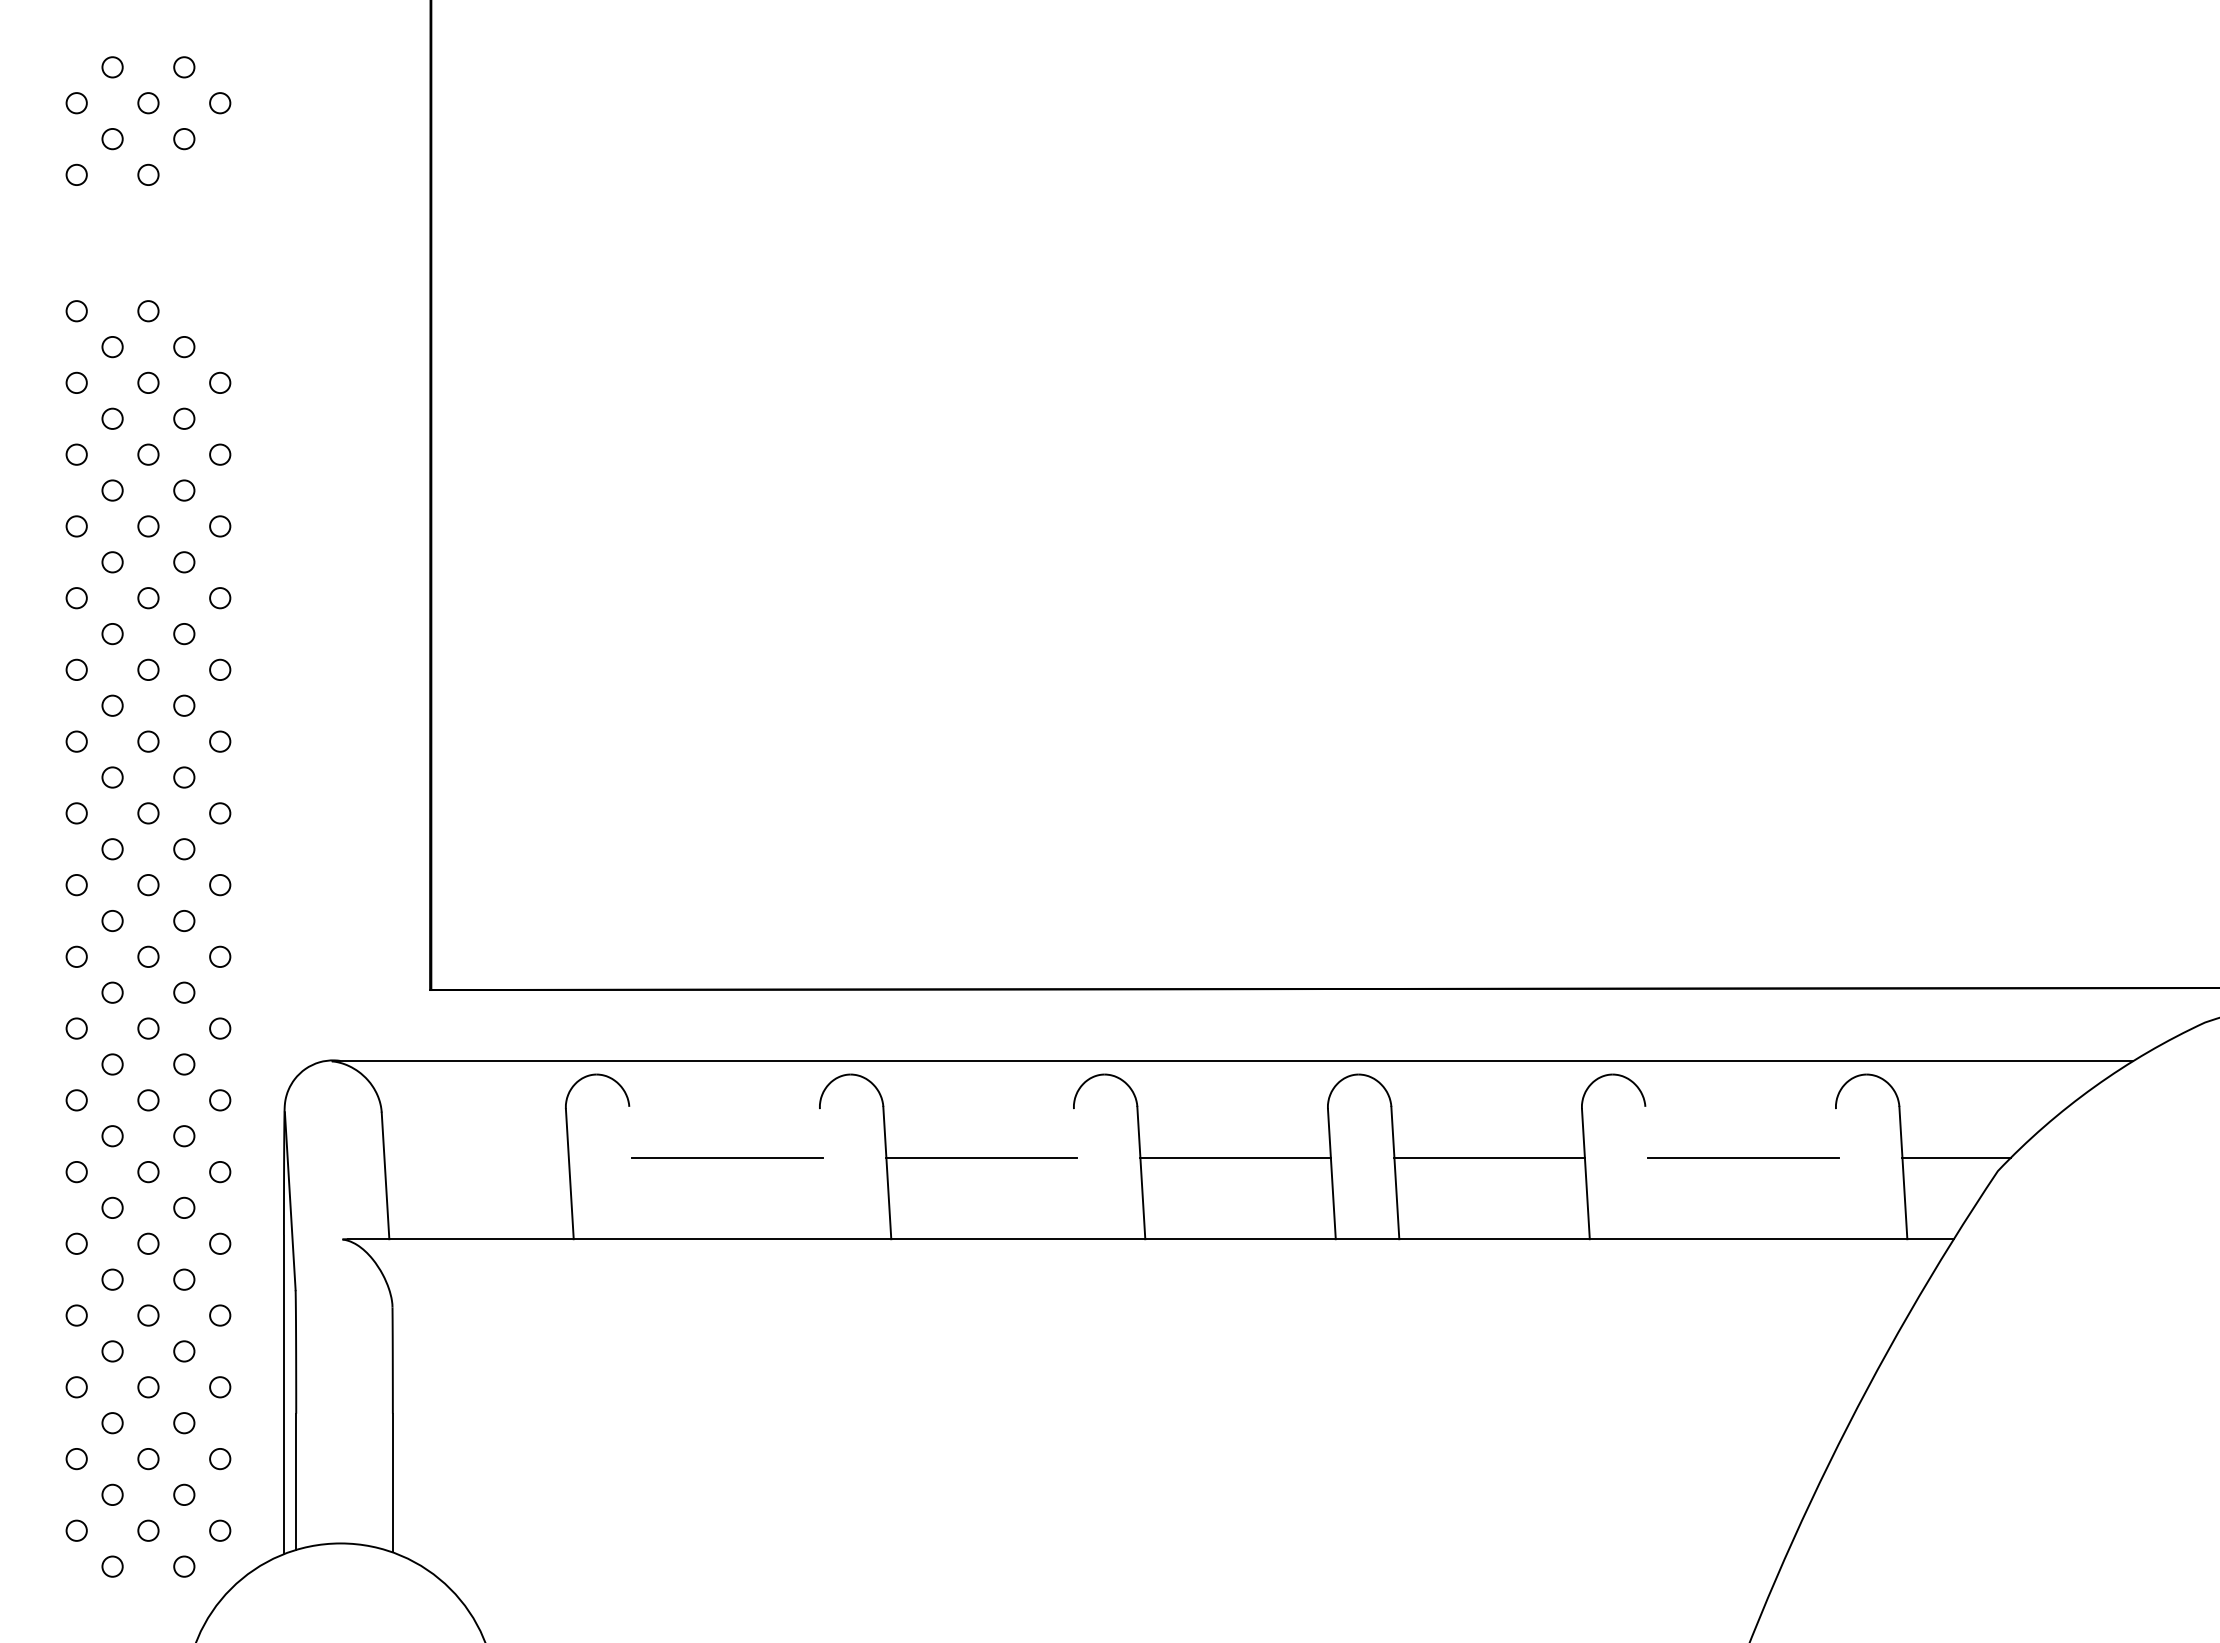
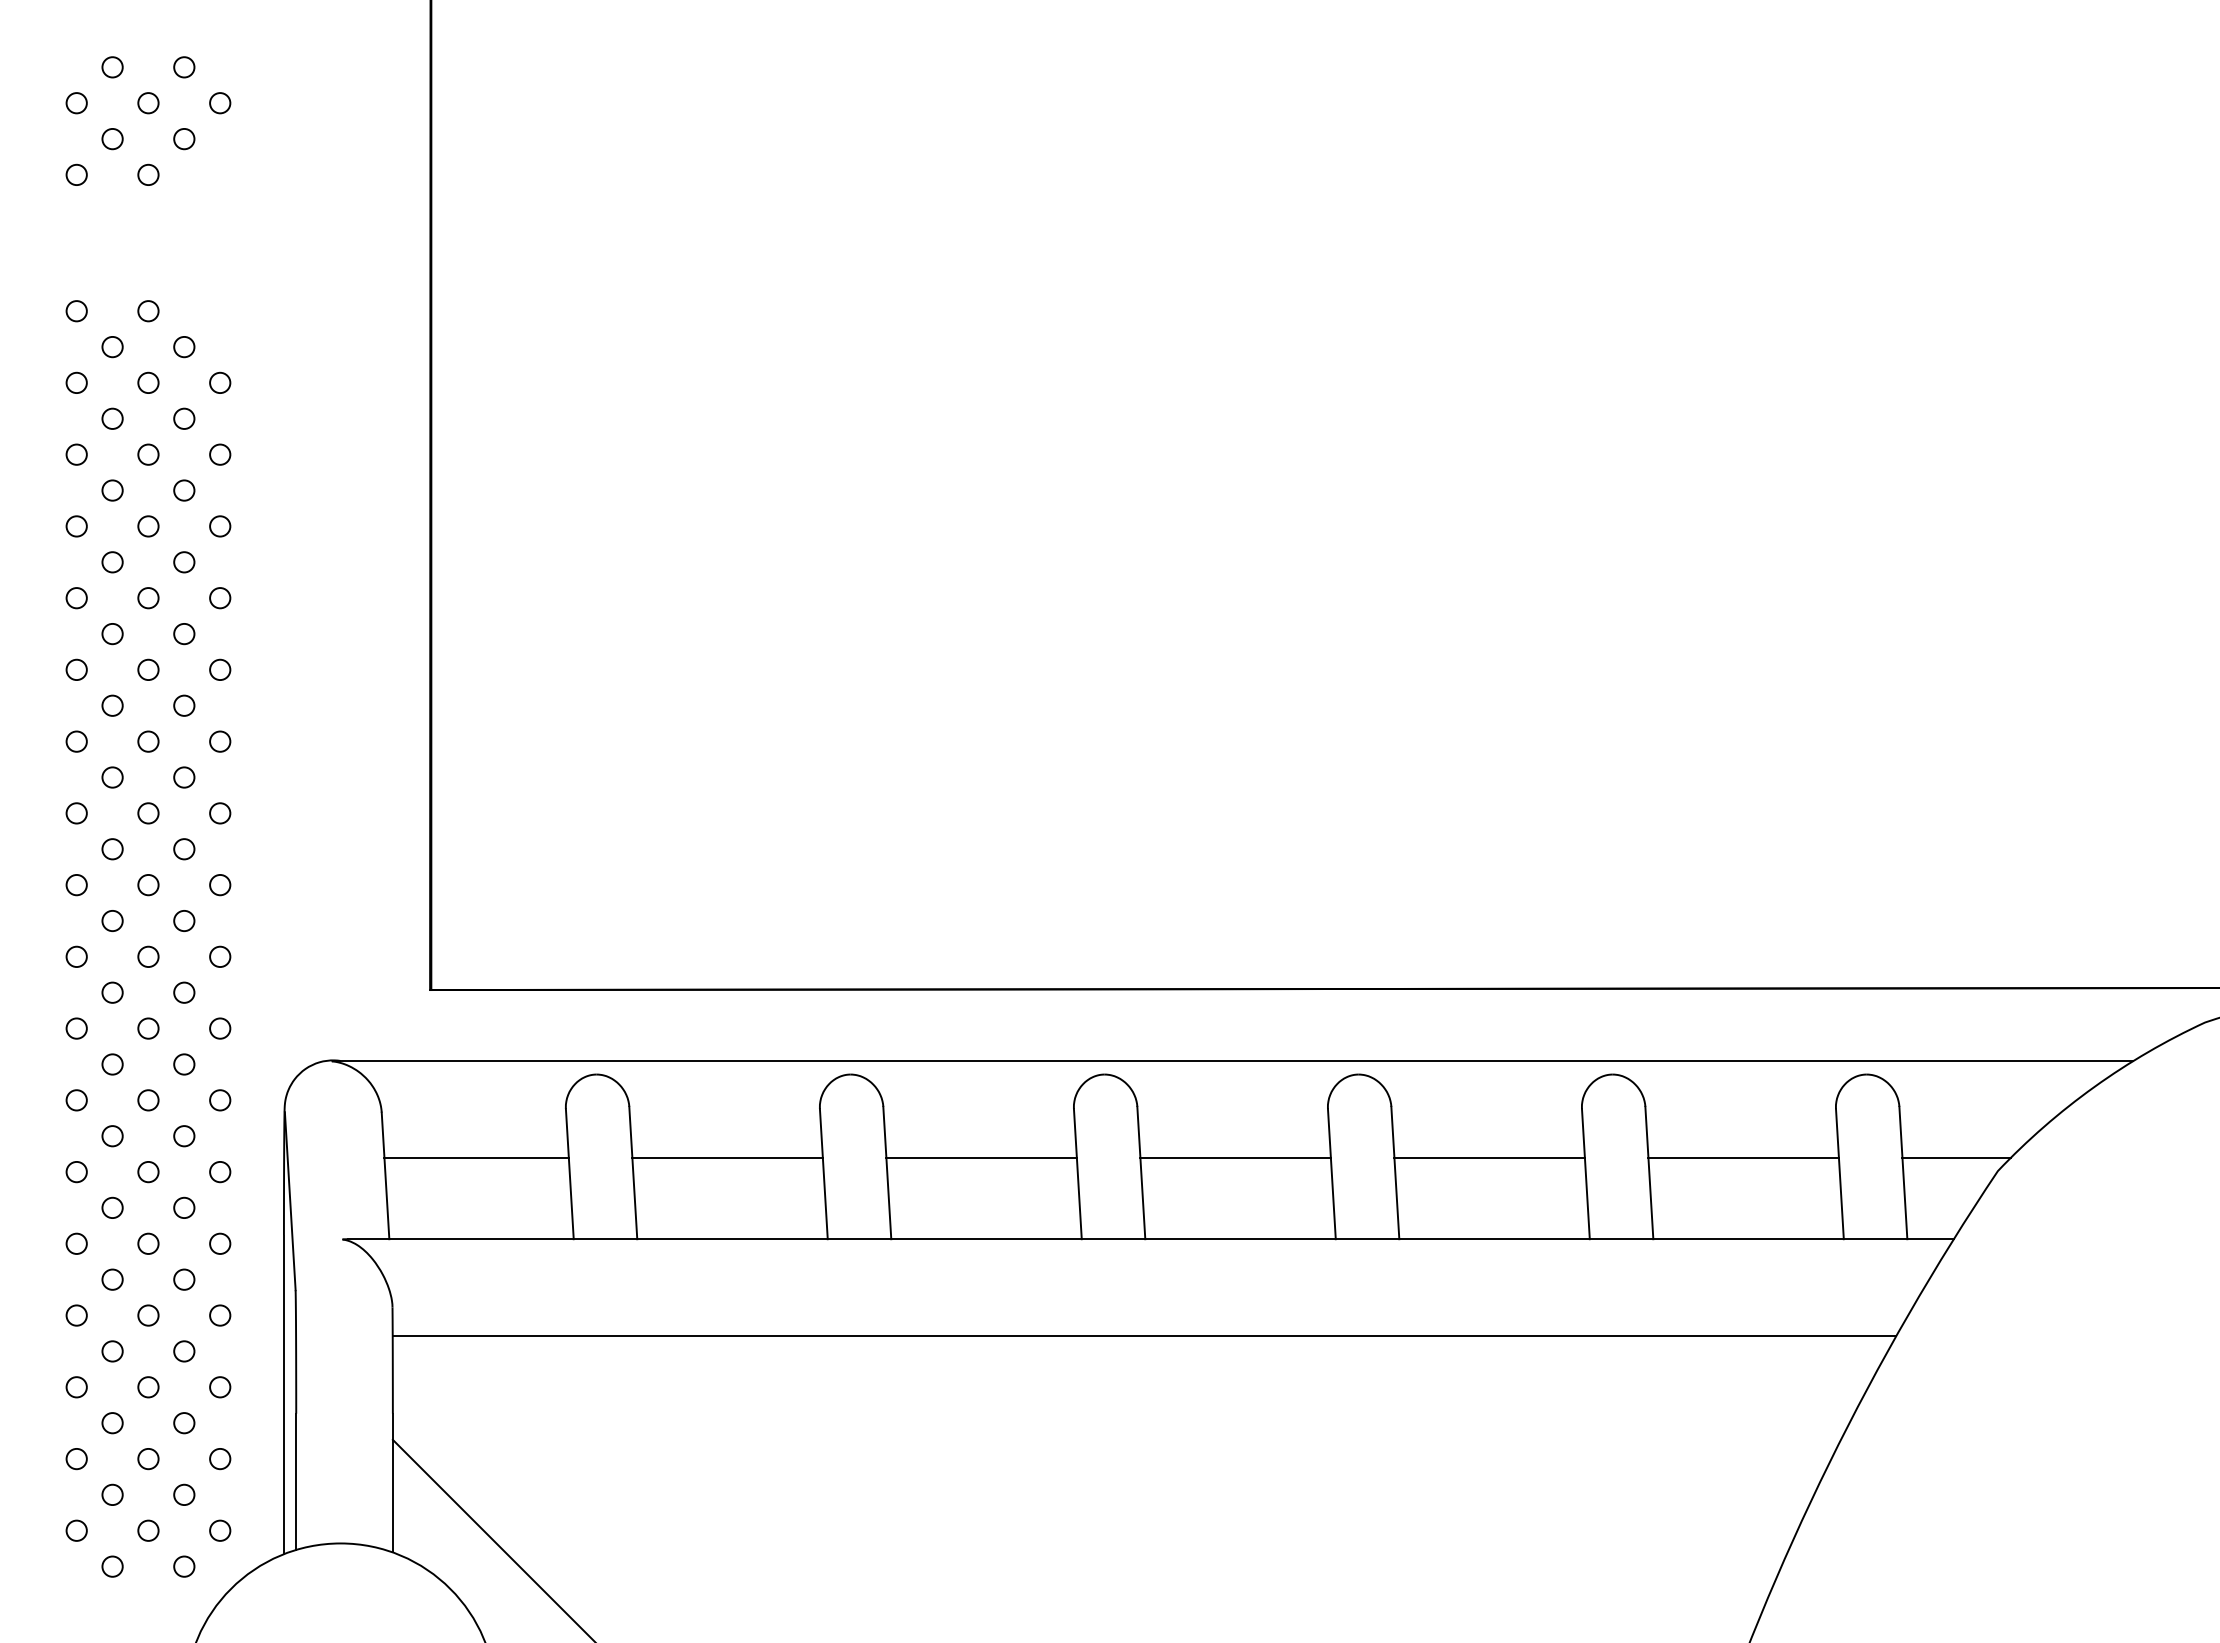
line at (476, 1157): none -> present
line at (633, 1172): none -> present
line at (1649, 1172): none -> present
line at (823, 1174): none -> present
line at (1077, 1174): none -> present
line at (1839, 1174): none -> present
line at (1144, 1335): none -> present
line at (492, 1539): none -> present
